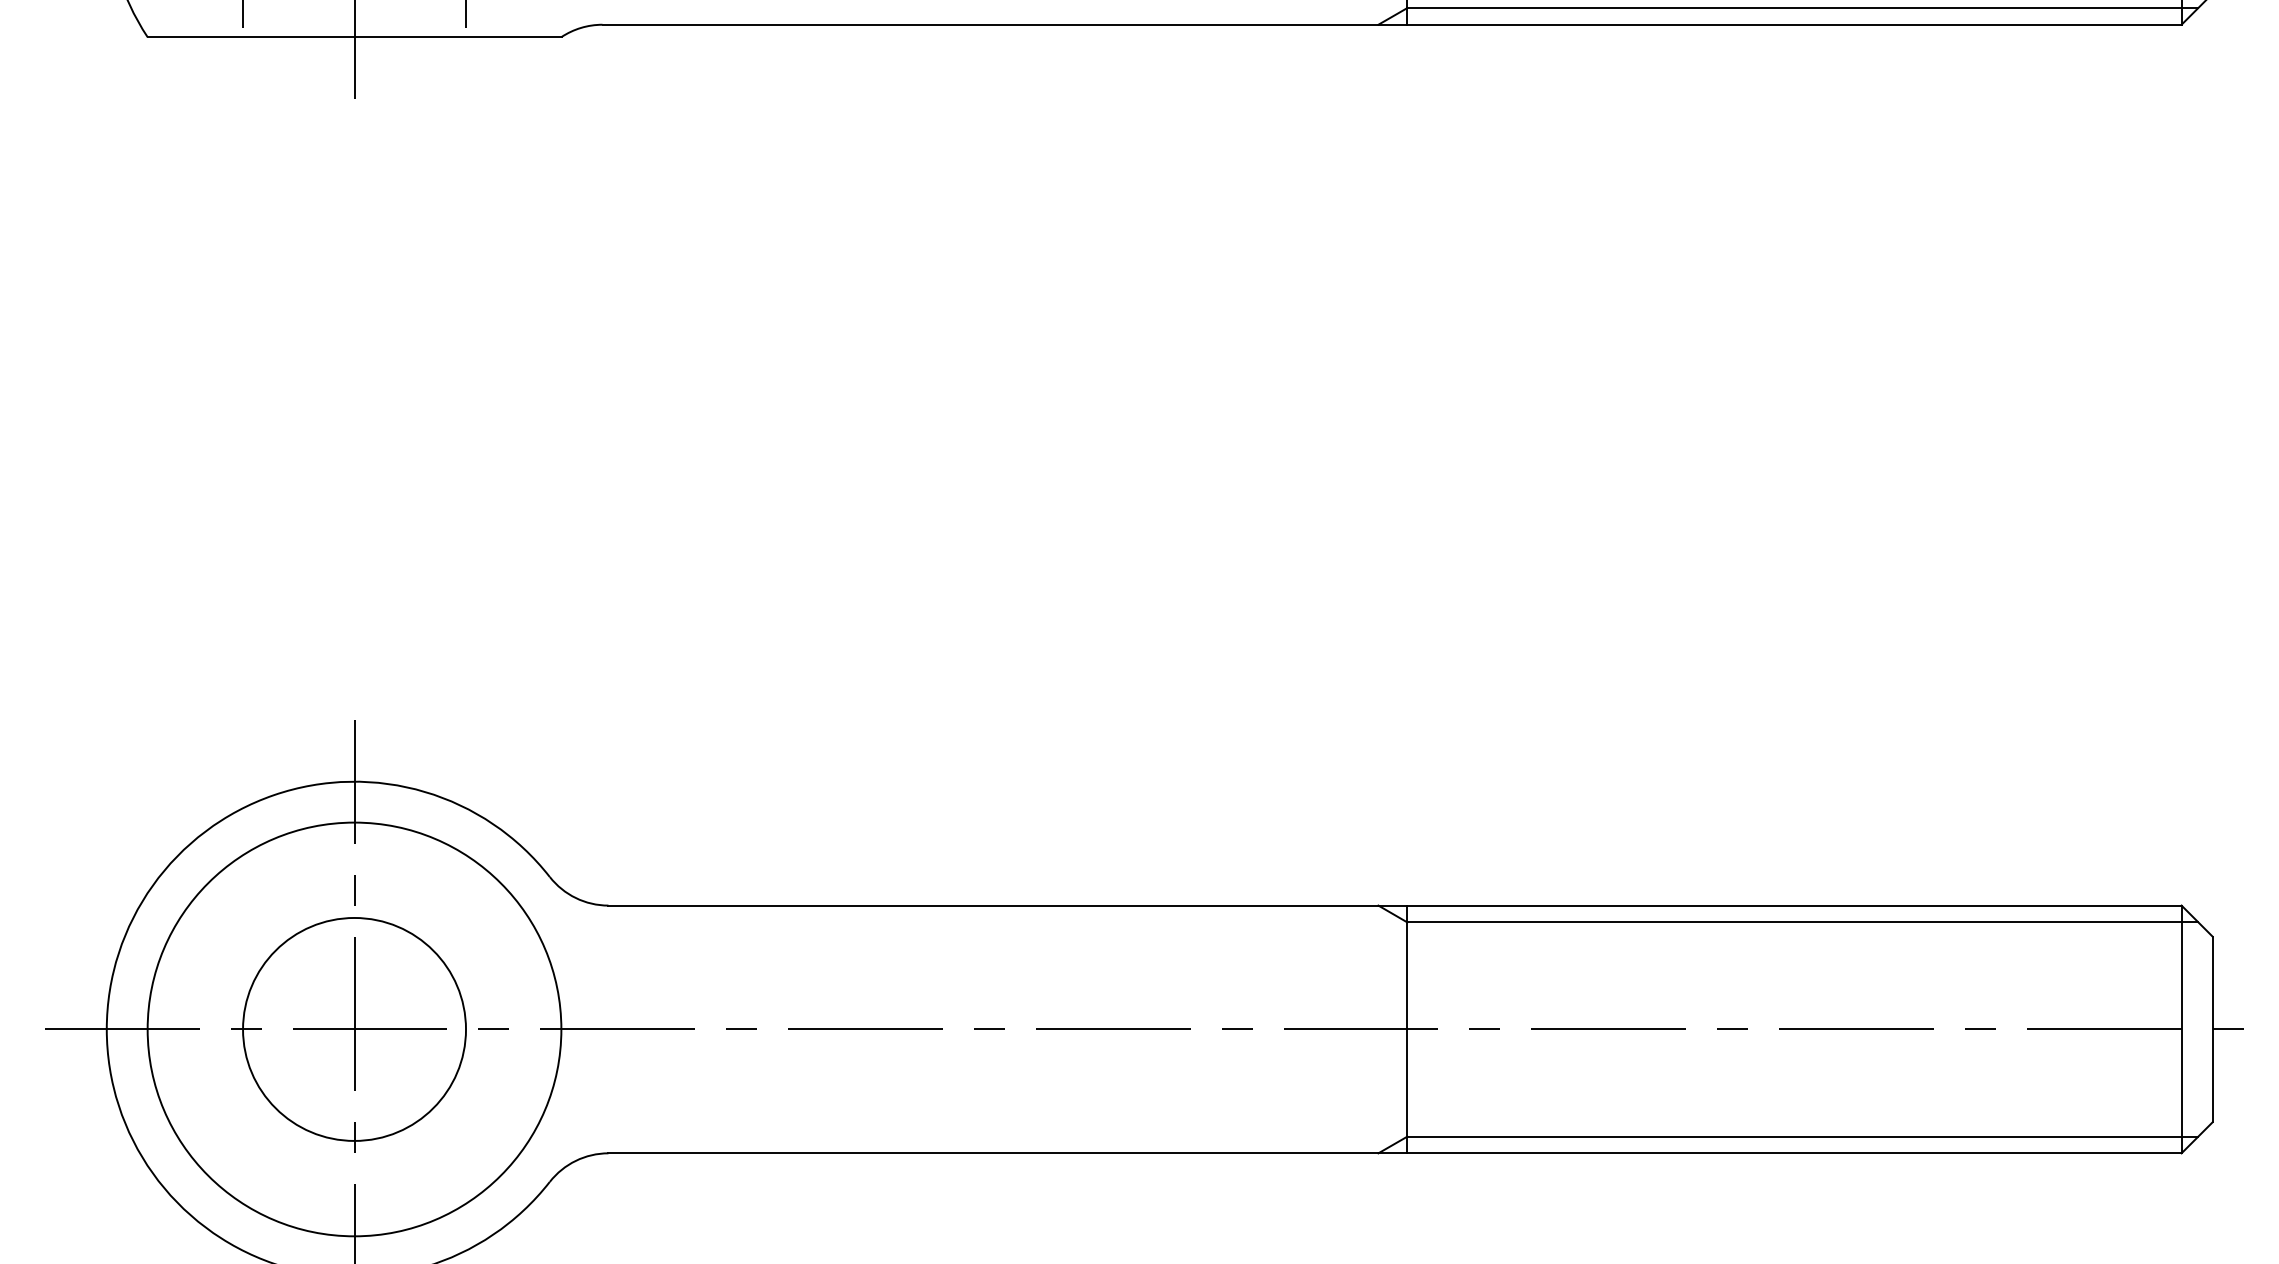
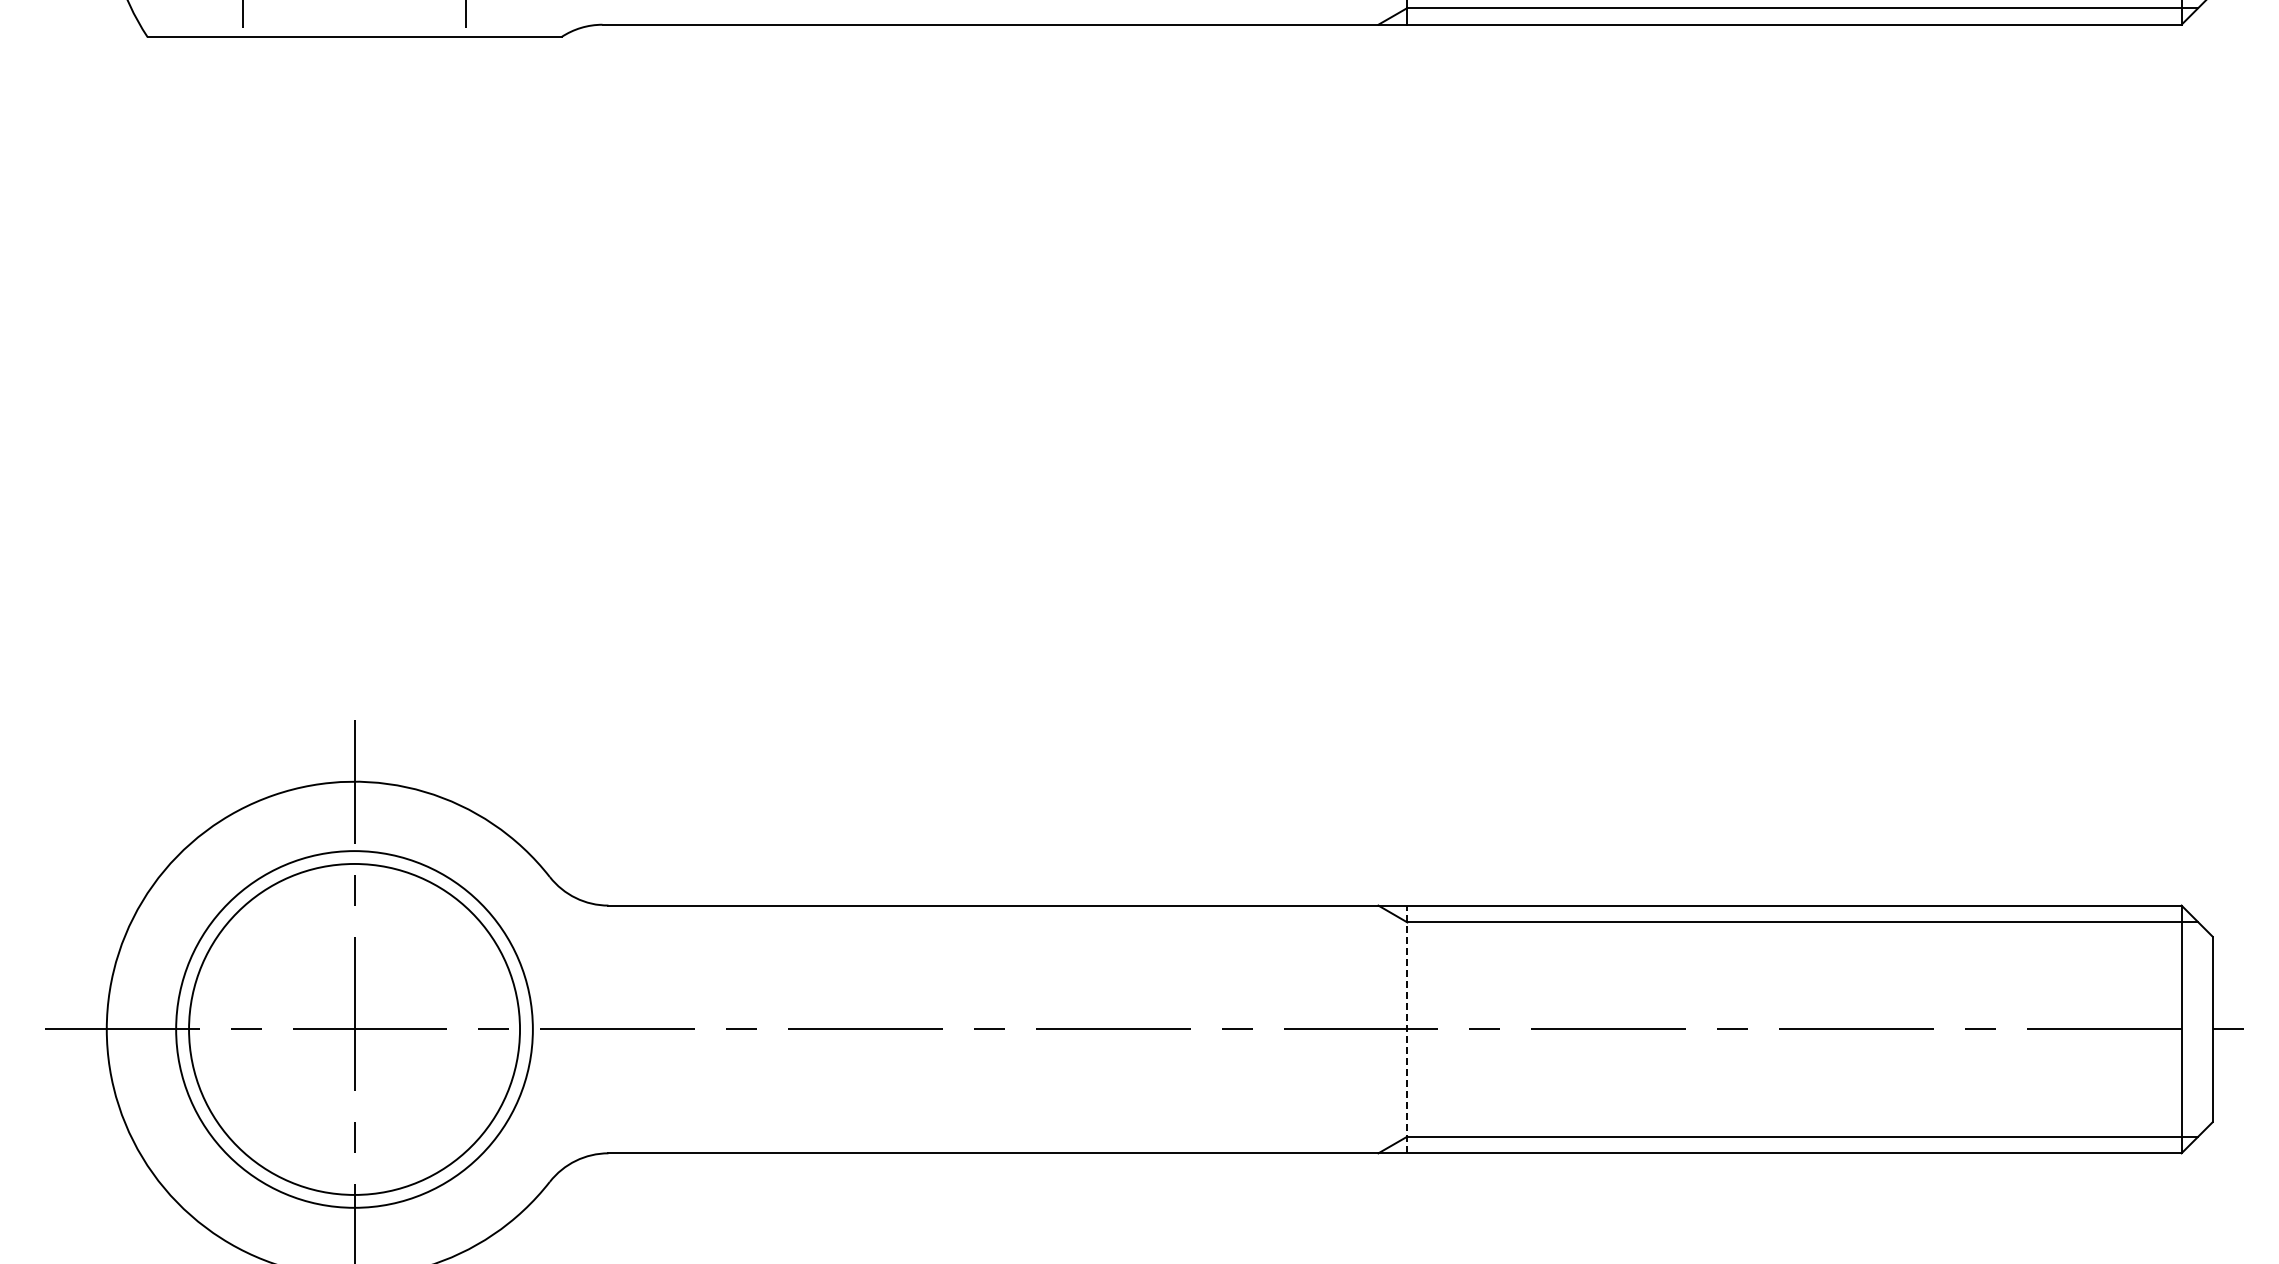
line at (354, 50): present -> none
circle at (354, 1028) diameter: 223 px -> 357 px
circle at (354, 1029) diameter: 414 px -> 331 px
line at (1407, 1029): solid -> dashed
